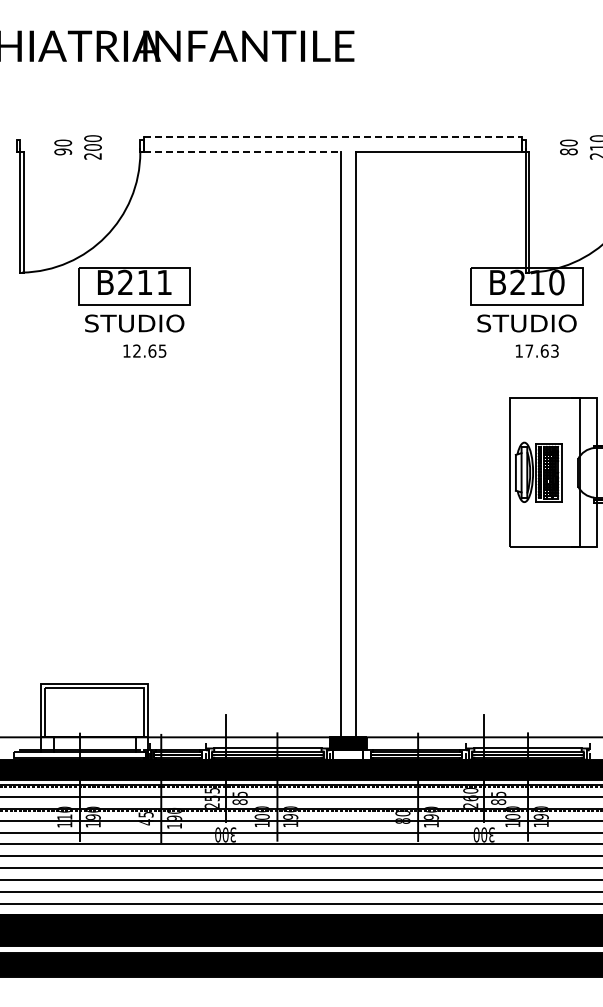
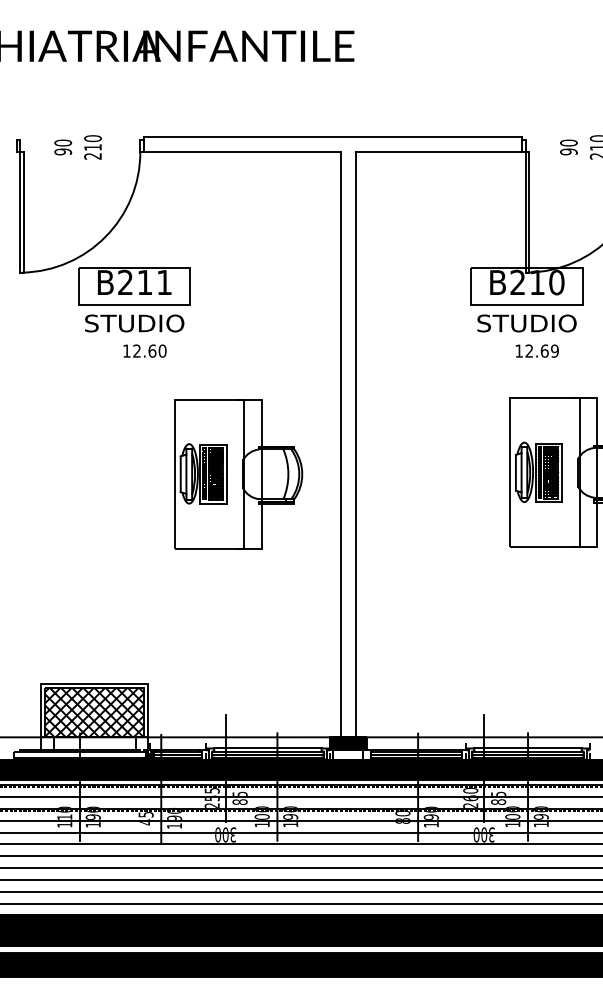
line at (333, 136): dashed -> solid
text at (92, 147): 200 -> 210
text at (568, 151): 80 -> 90
line at (242, 152): dashed -> solid
text at (162, 350): 12.65 -> 12.60
text at (541, 350): 17.63 -> 12.69
part at (238, 474): none -> present
hatch at (94, 712): none -> present
